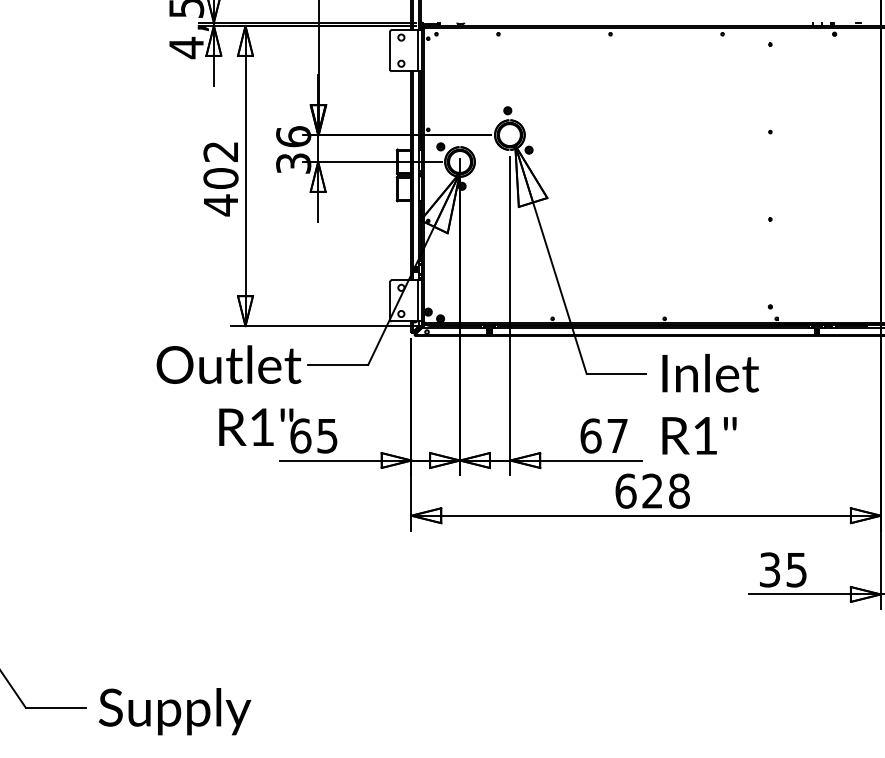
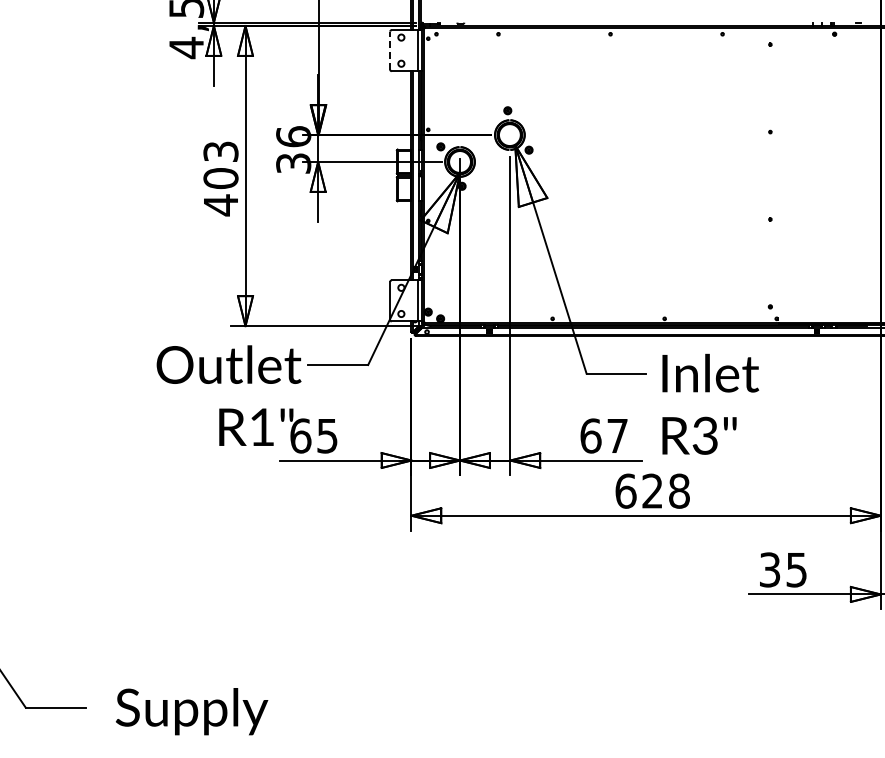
line at (390, 50): solid -> dashed
text at (220, 151): 402 -> 403
text at (704, 435): R1" -> R3"
text at (174, 711) position: (174, 711) -> (191, 711)
